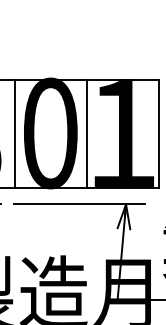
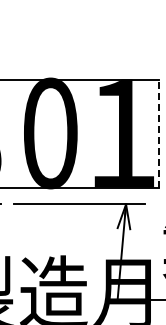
line at (14, 133): present -> none
line at (86, 133): present -> none
line at (158, 133): solid -> dashed
